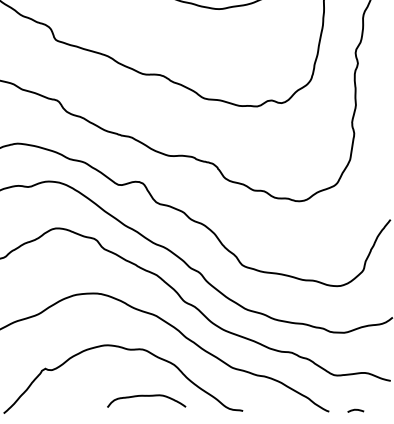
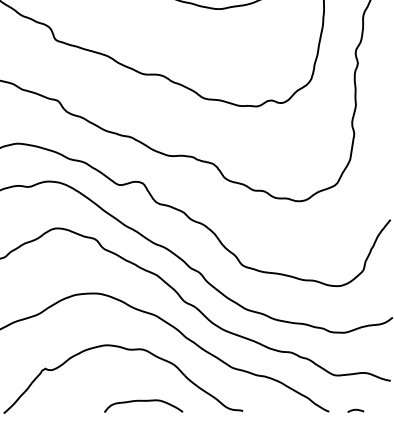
curve at (146, 396) position: (146, 396) -> (143, 401)
